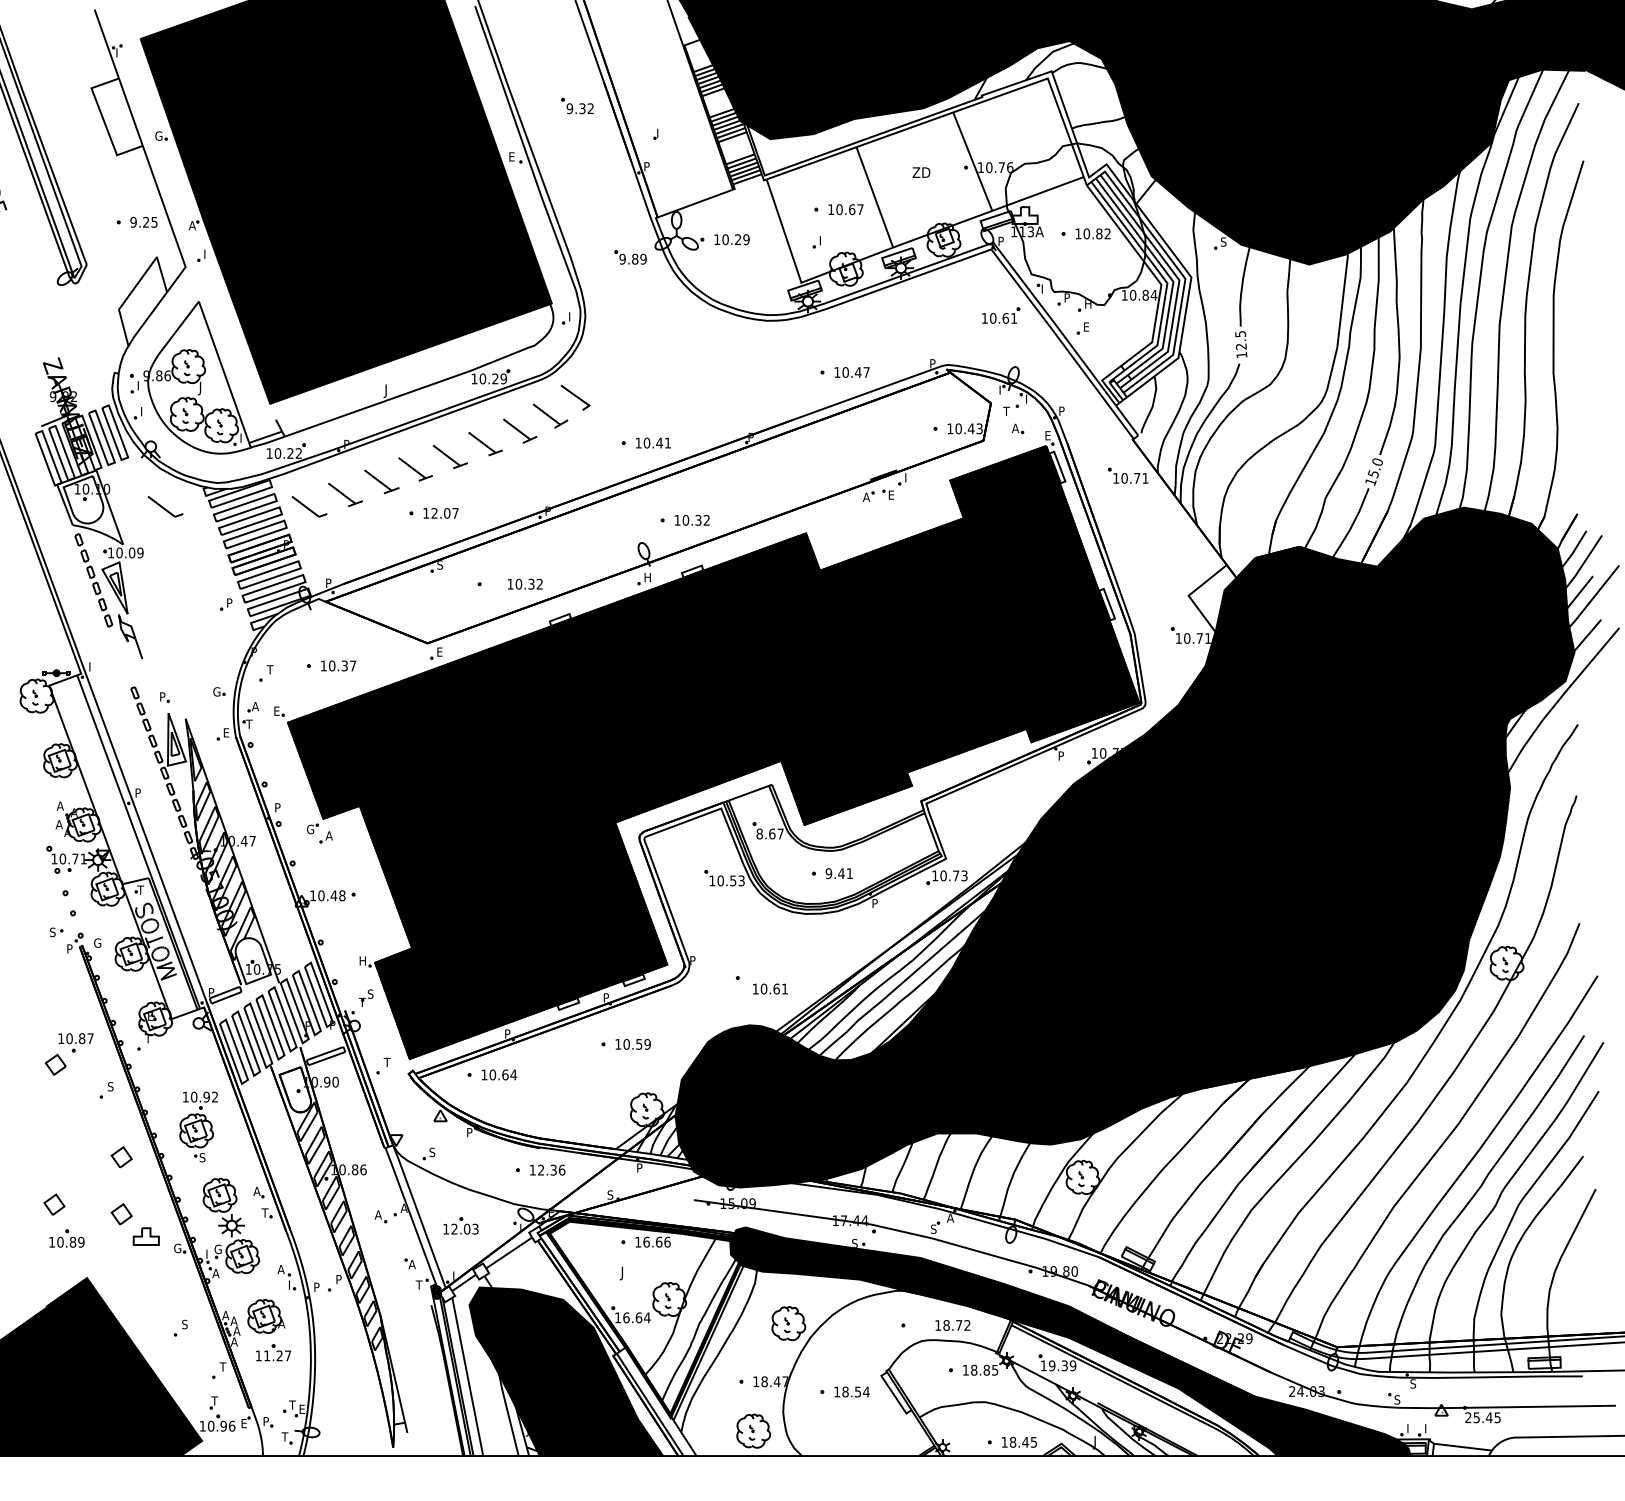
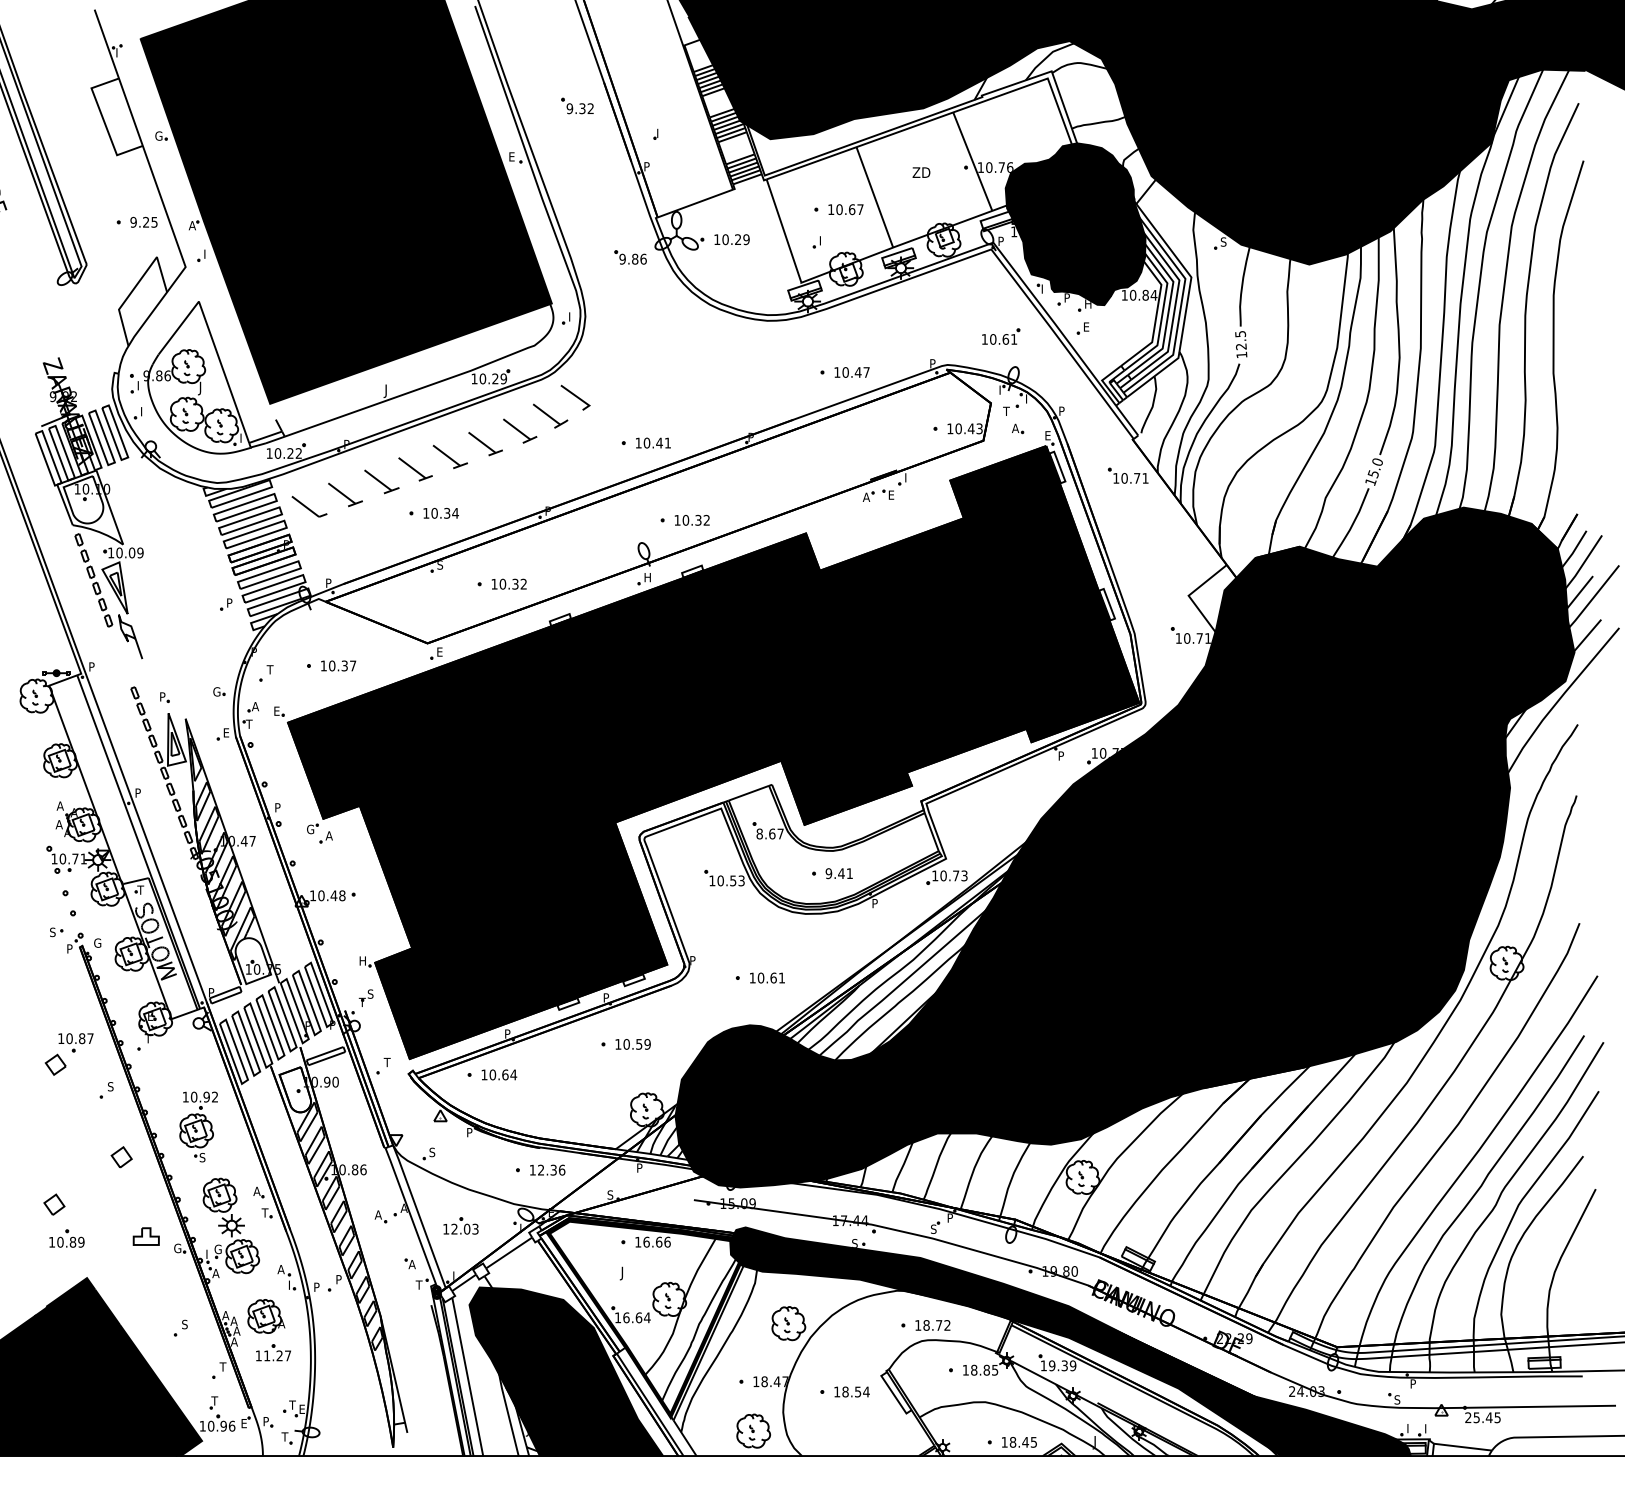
fill at (1075, 224): none -> present
text at (643, 258): 9.89 -> 9.86
part at (1001, 315) position: (1001, 315) -> (1001, 336)
part at (165, 506): present -> none
text at (444, 513): 12.07 -> 10.34
text at (524, 583) position: (524, 583) -> (508, 583)
text at (92, 664): I -> P
text at (770, 988) position: (770, 988) -> (767, 977)
part at (121, 1214): present -> none
text at (950, 1217): A -> P
text at (952, 1325) position: (952, 1325) -> (932, 1325)
text at (1413, 1383): S -> P
